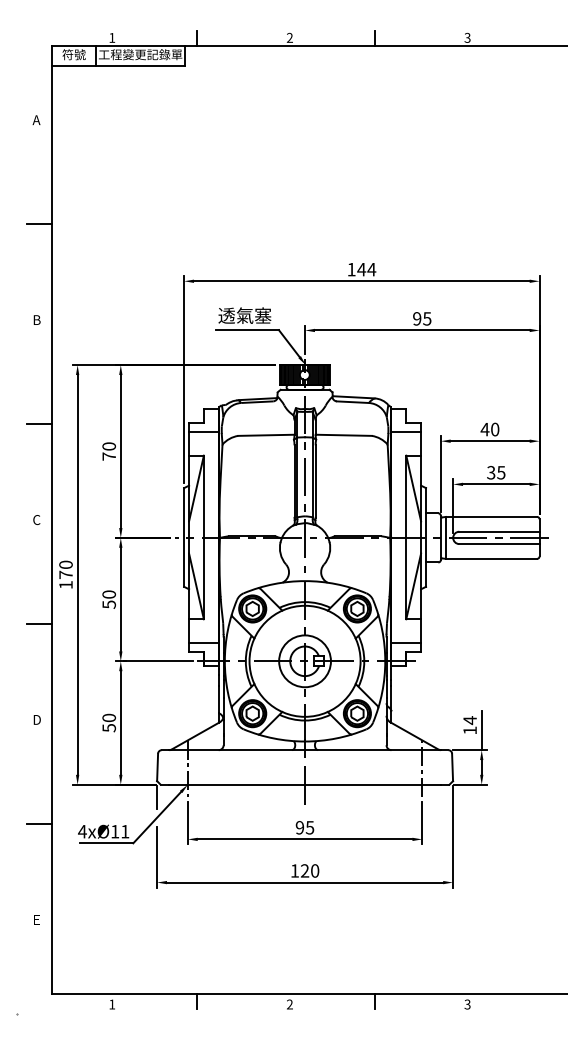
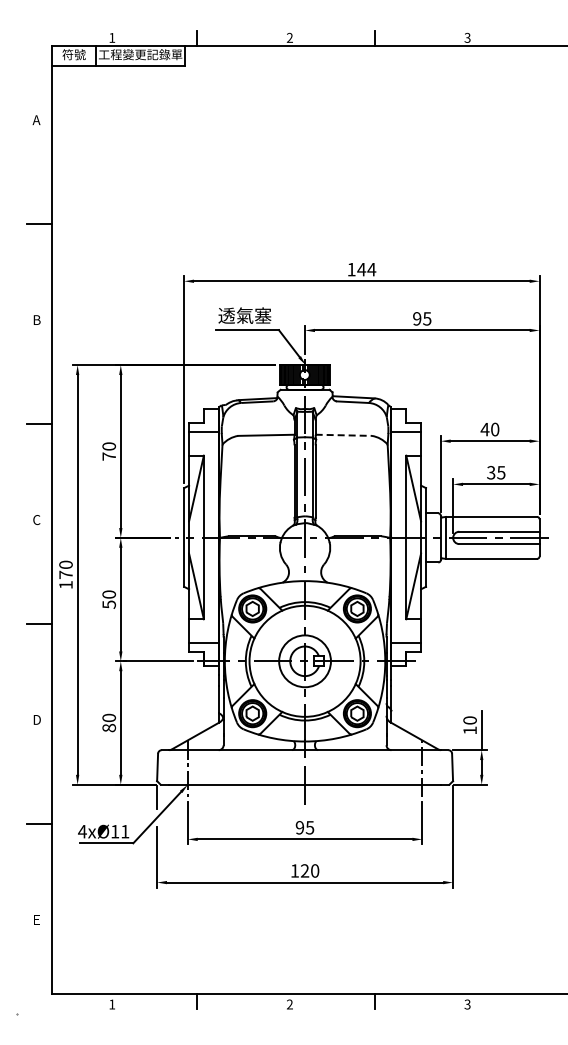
line at (344, 435): solid -> dashed
text at (469, 720): 14 -> 10
text at (108, 727): 50 -> 80
